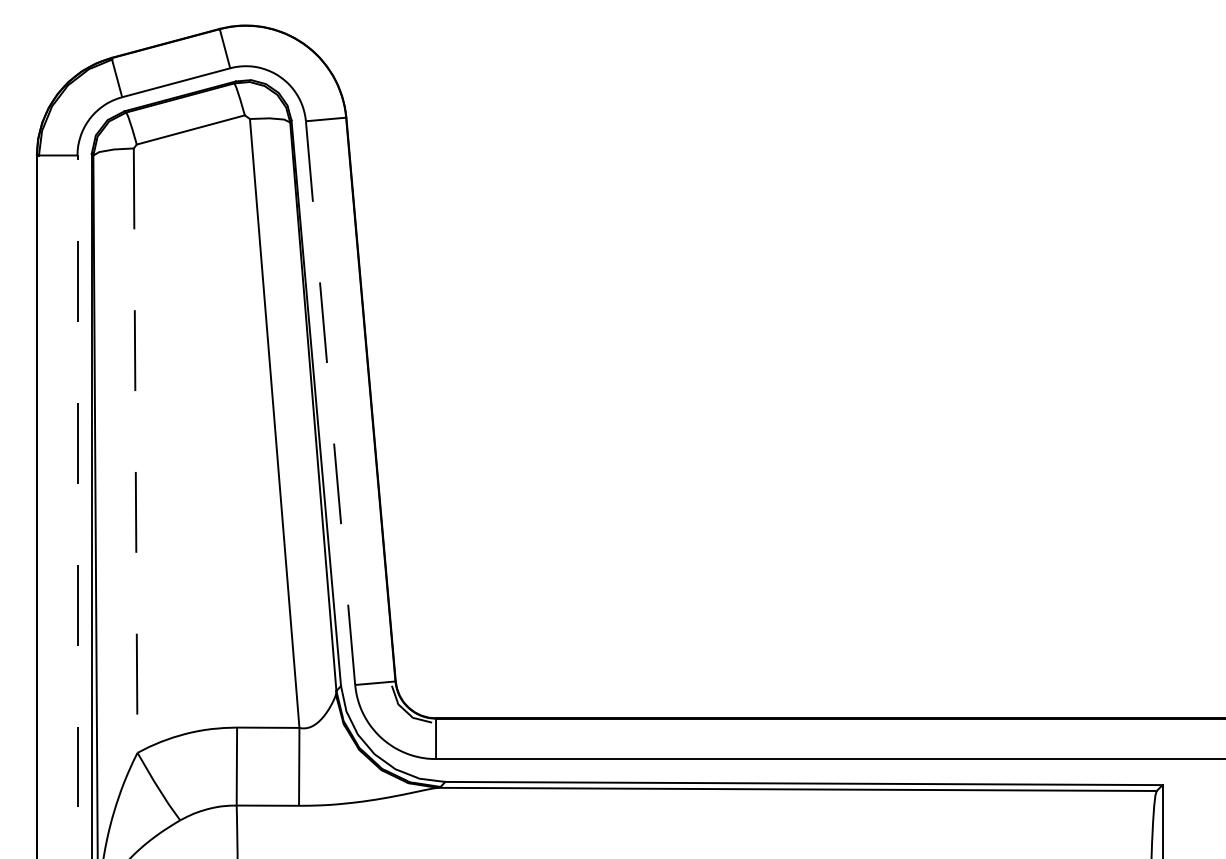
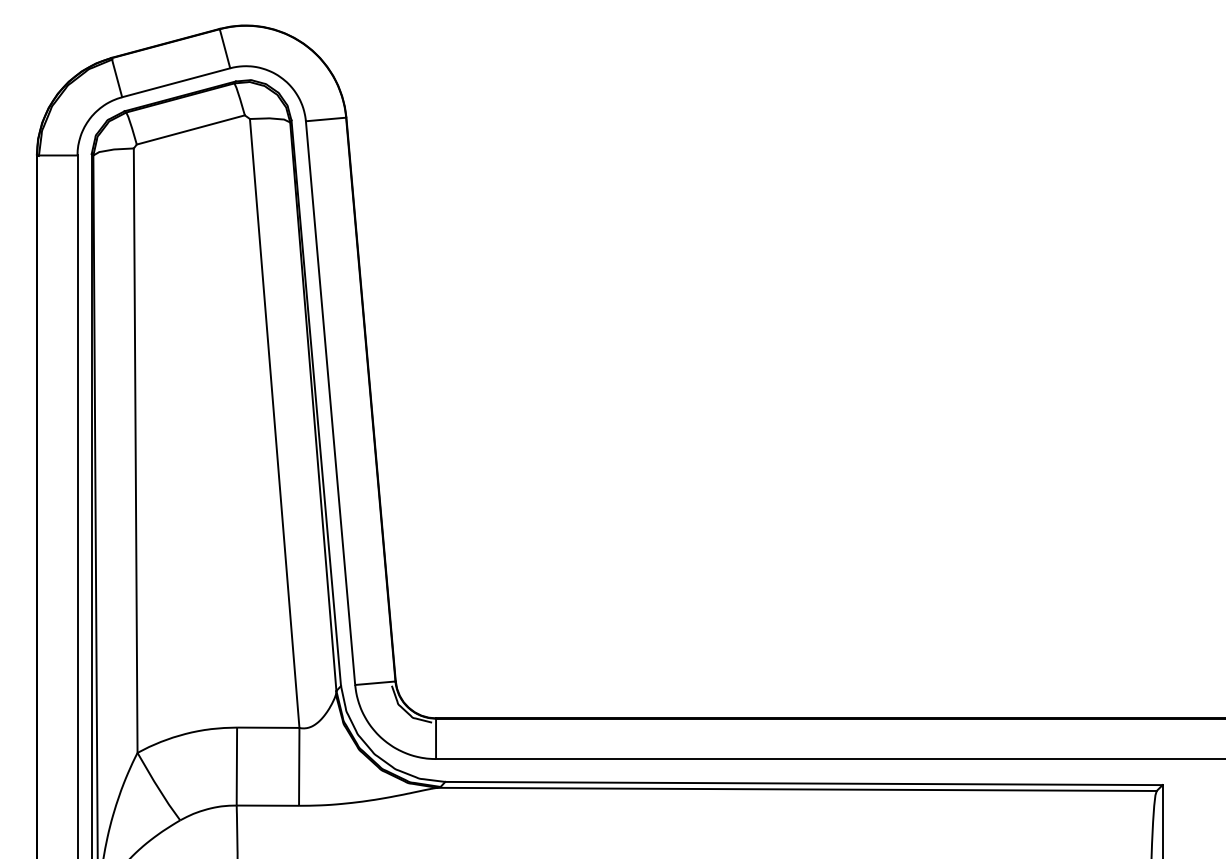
line at (330, 403): dashed -> solid
line at (135, 451): dashed -> solid
line at (77, 506): dashed -> solid
